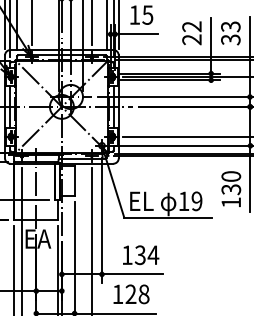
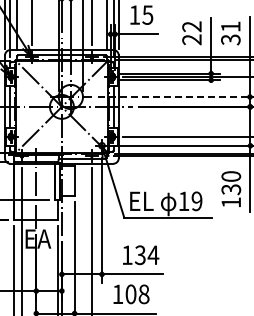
text at (230, 26): 33 -> 31
line at (176, 97): solid -> dashed
text at (130, 294): 128 -> 108
